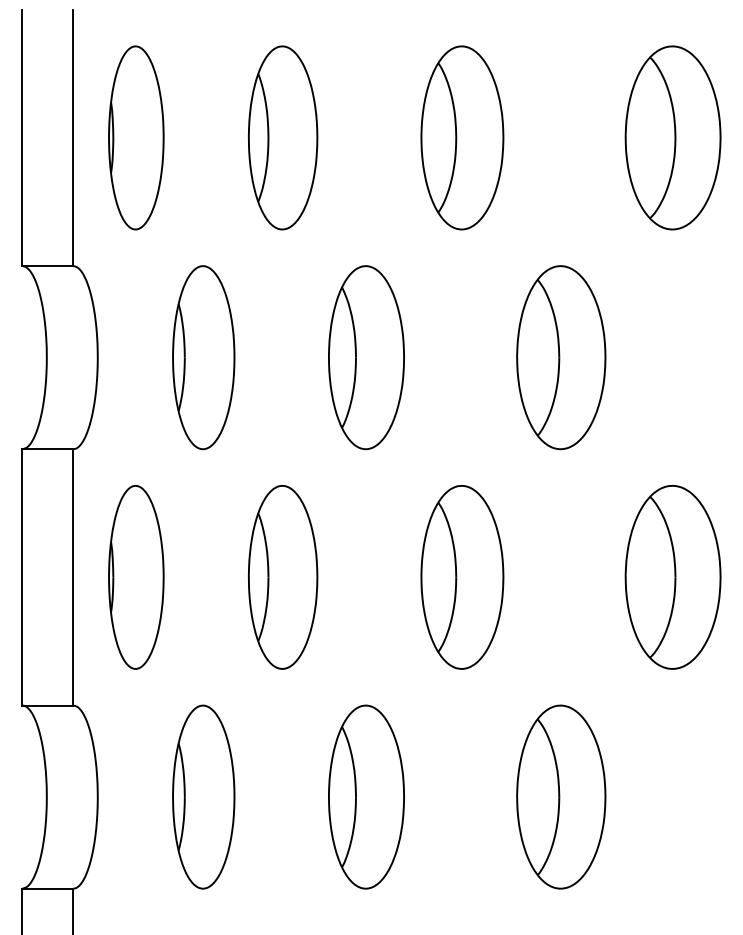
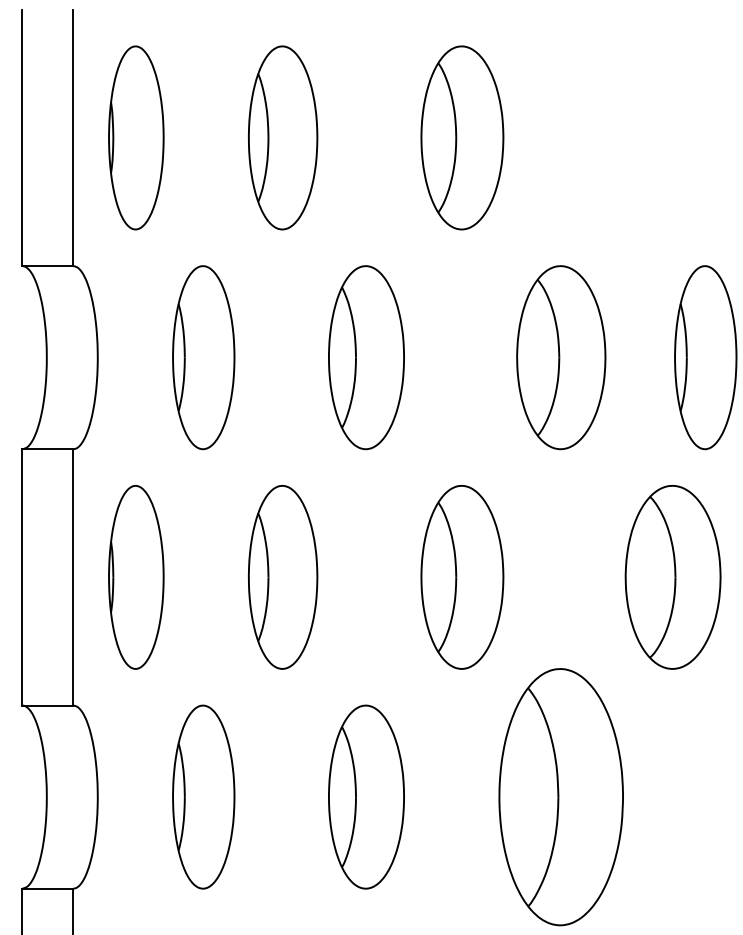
part at (672, 137): present -> none
part at (705, 357): none -> present
part at (561, 796) size: 91x186 px -> 126x259 px
